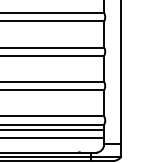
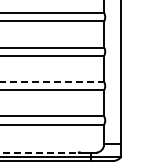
line at (52, 81): solid -> dashed
line at (53, 130): present -> none
line at (53, 138): present -> none
line at (39, 152): solid -> dashed
